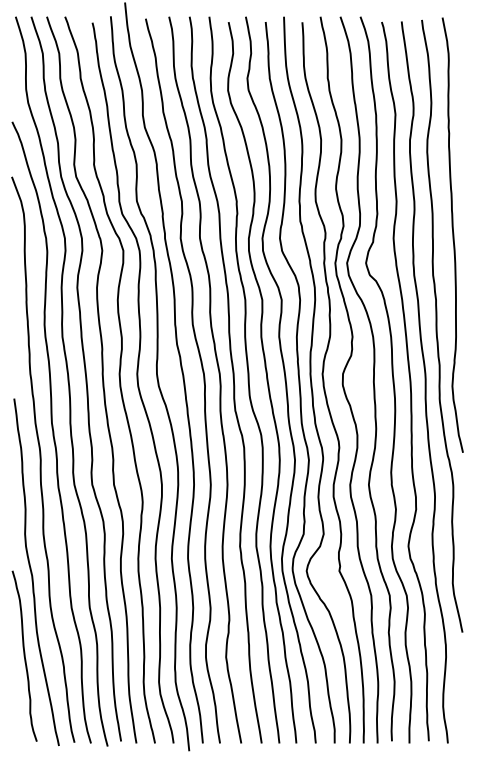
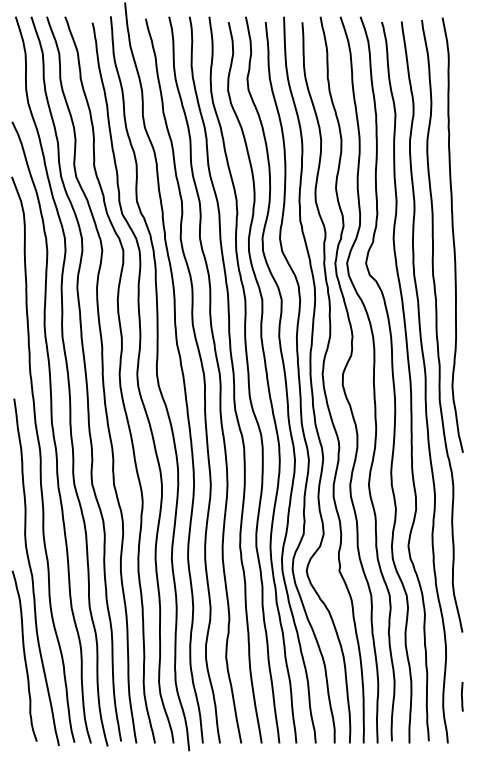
line at (461, 696): none -> present
